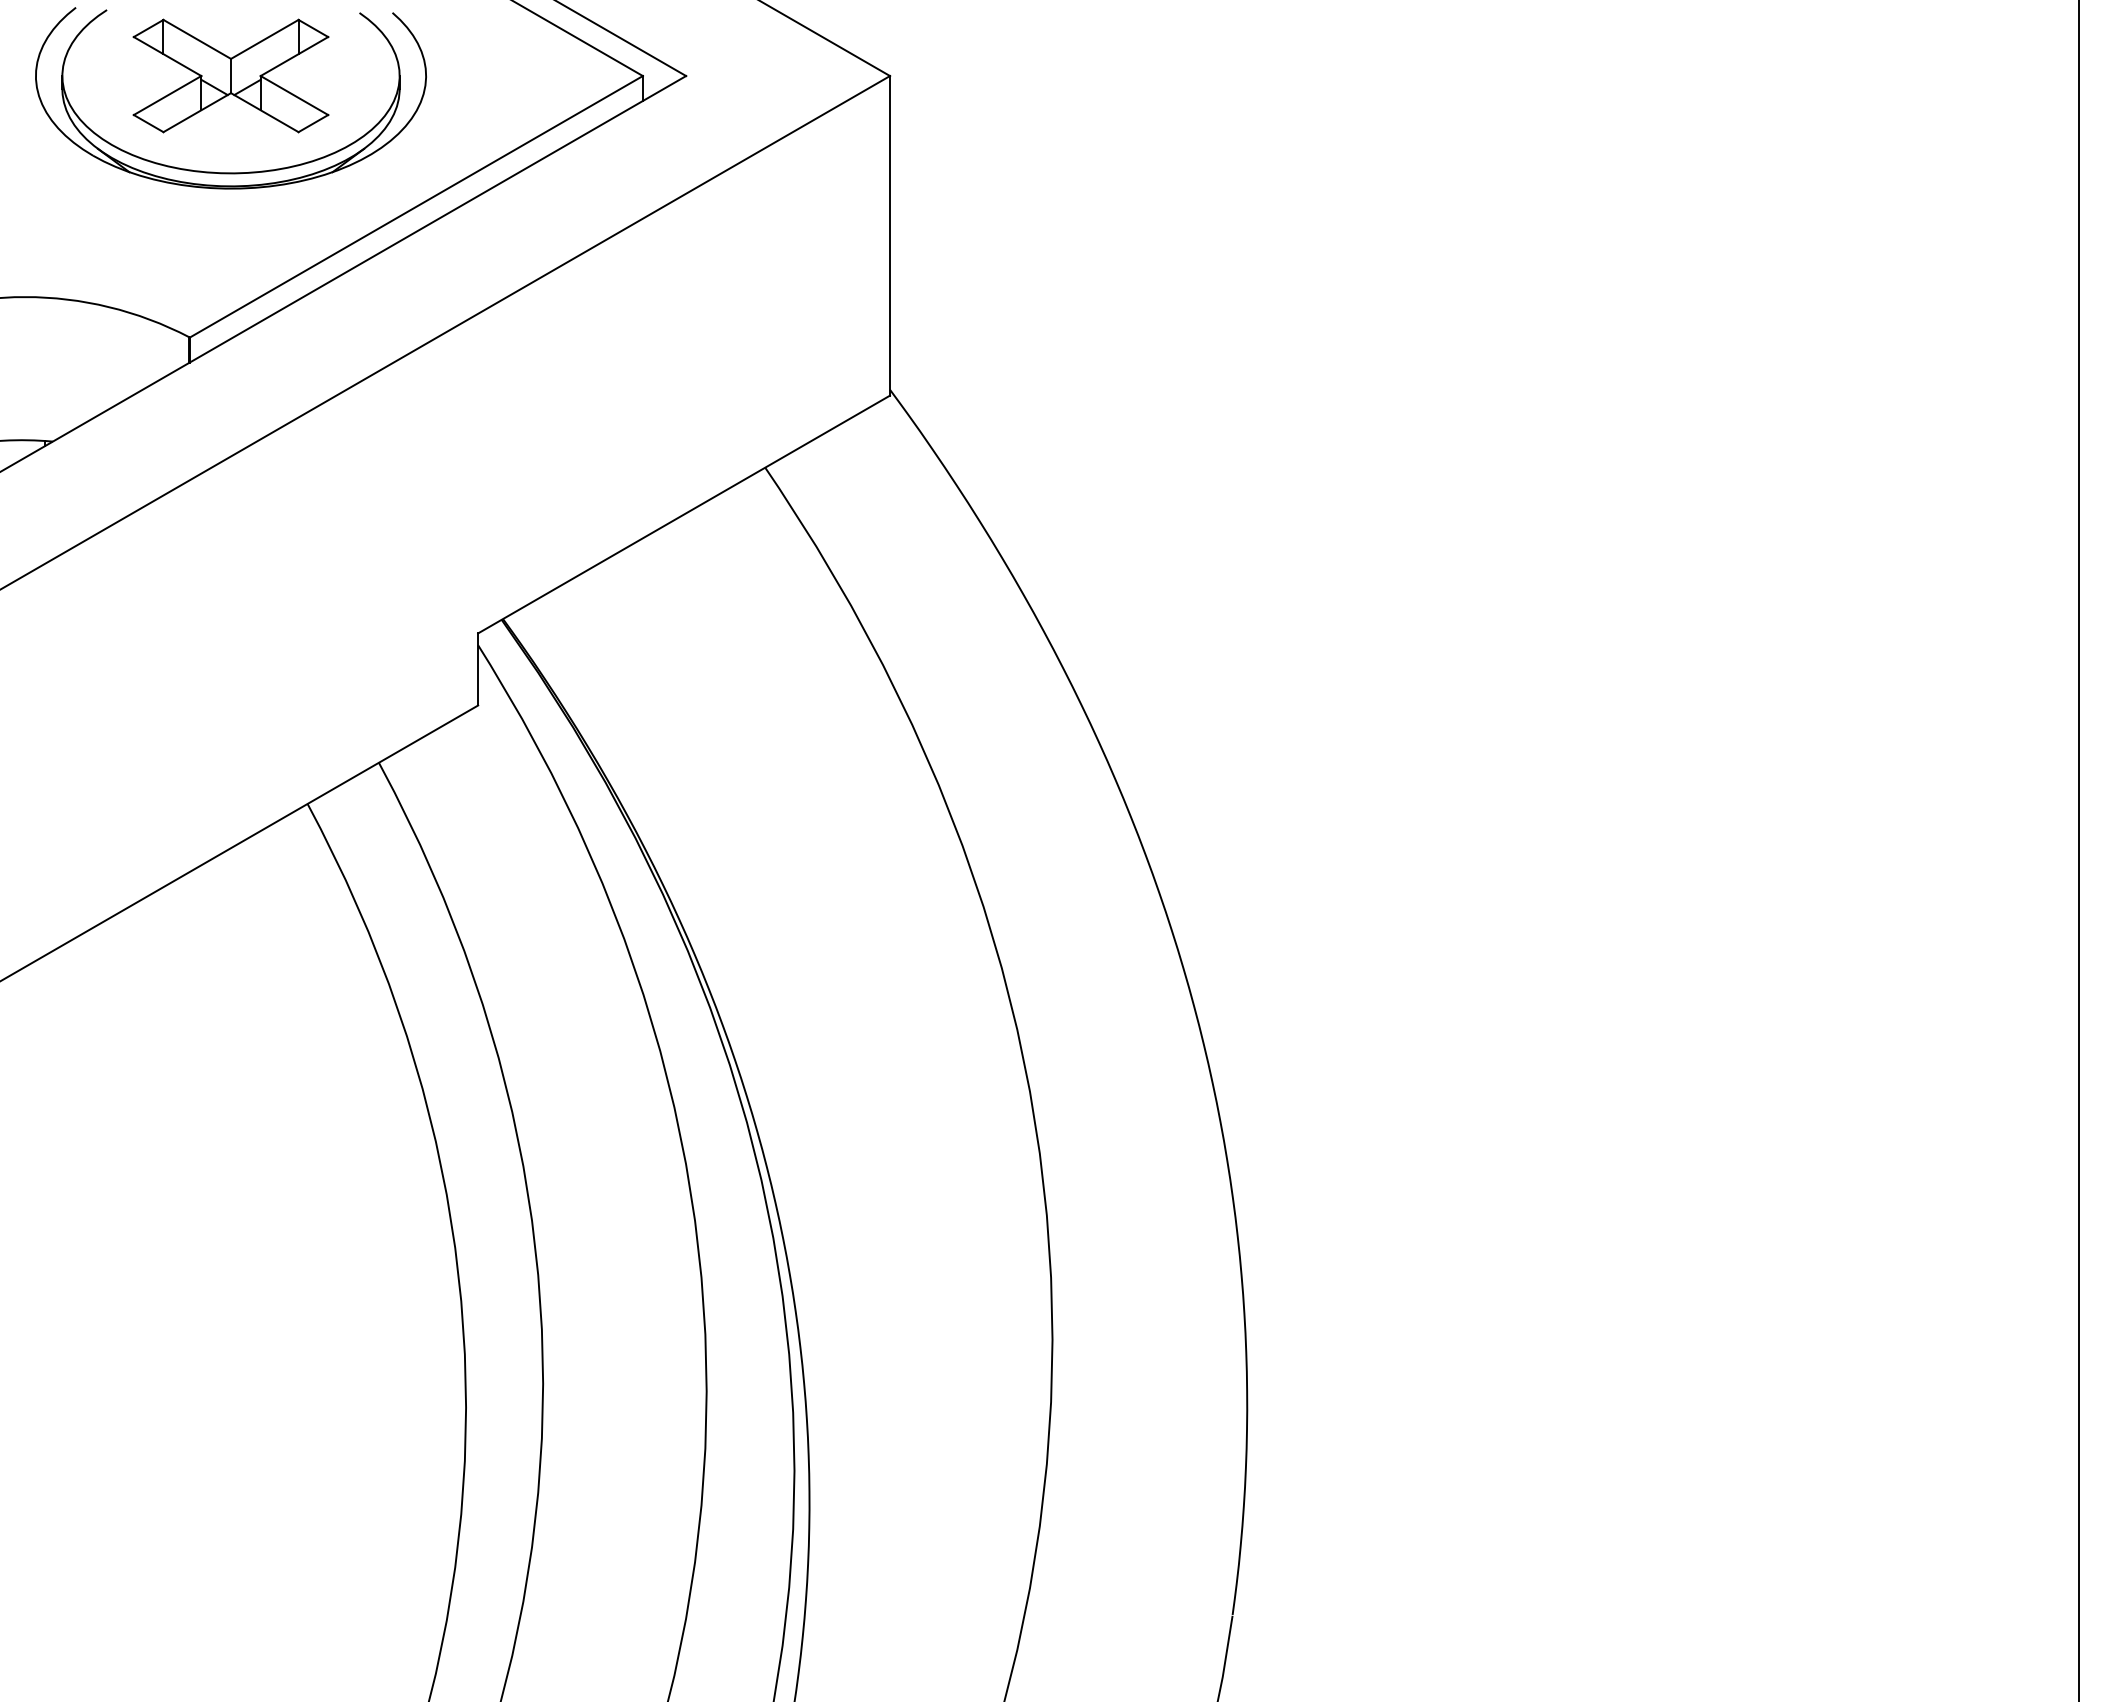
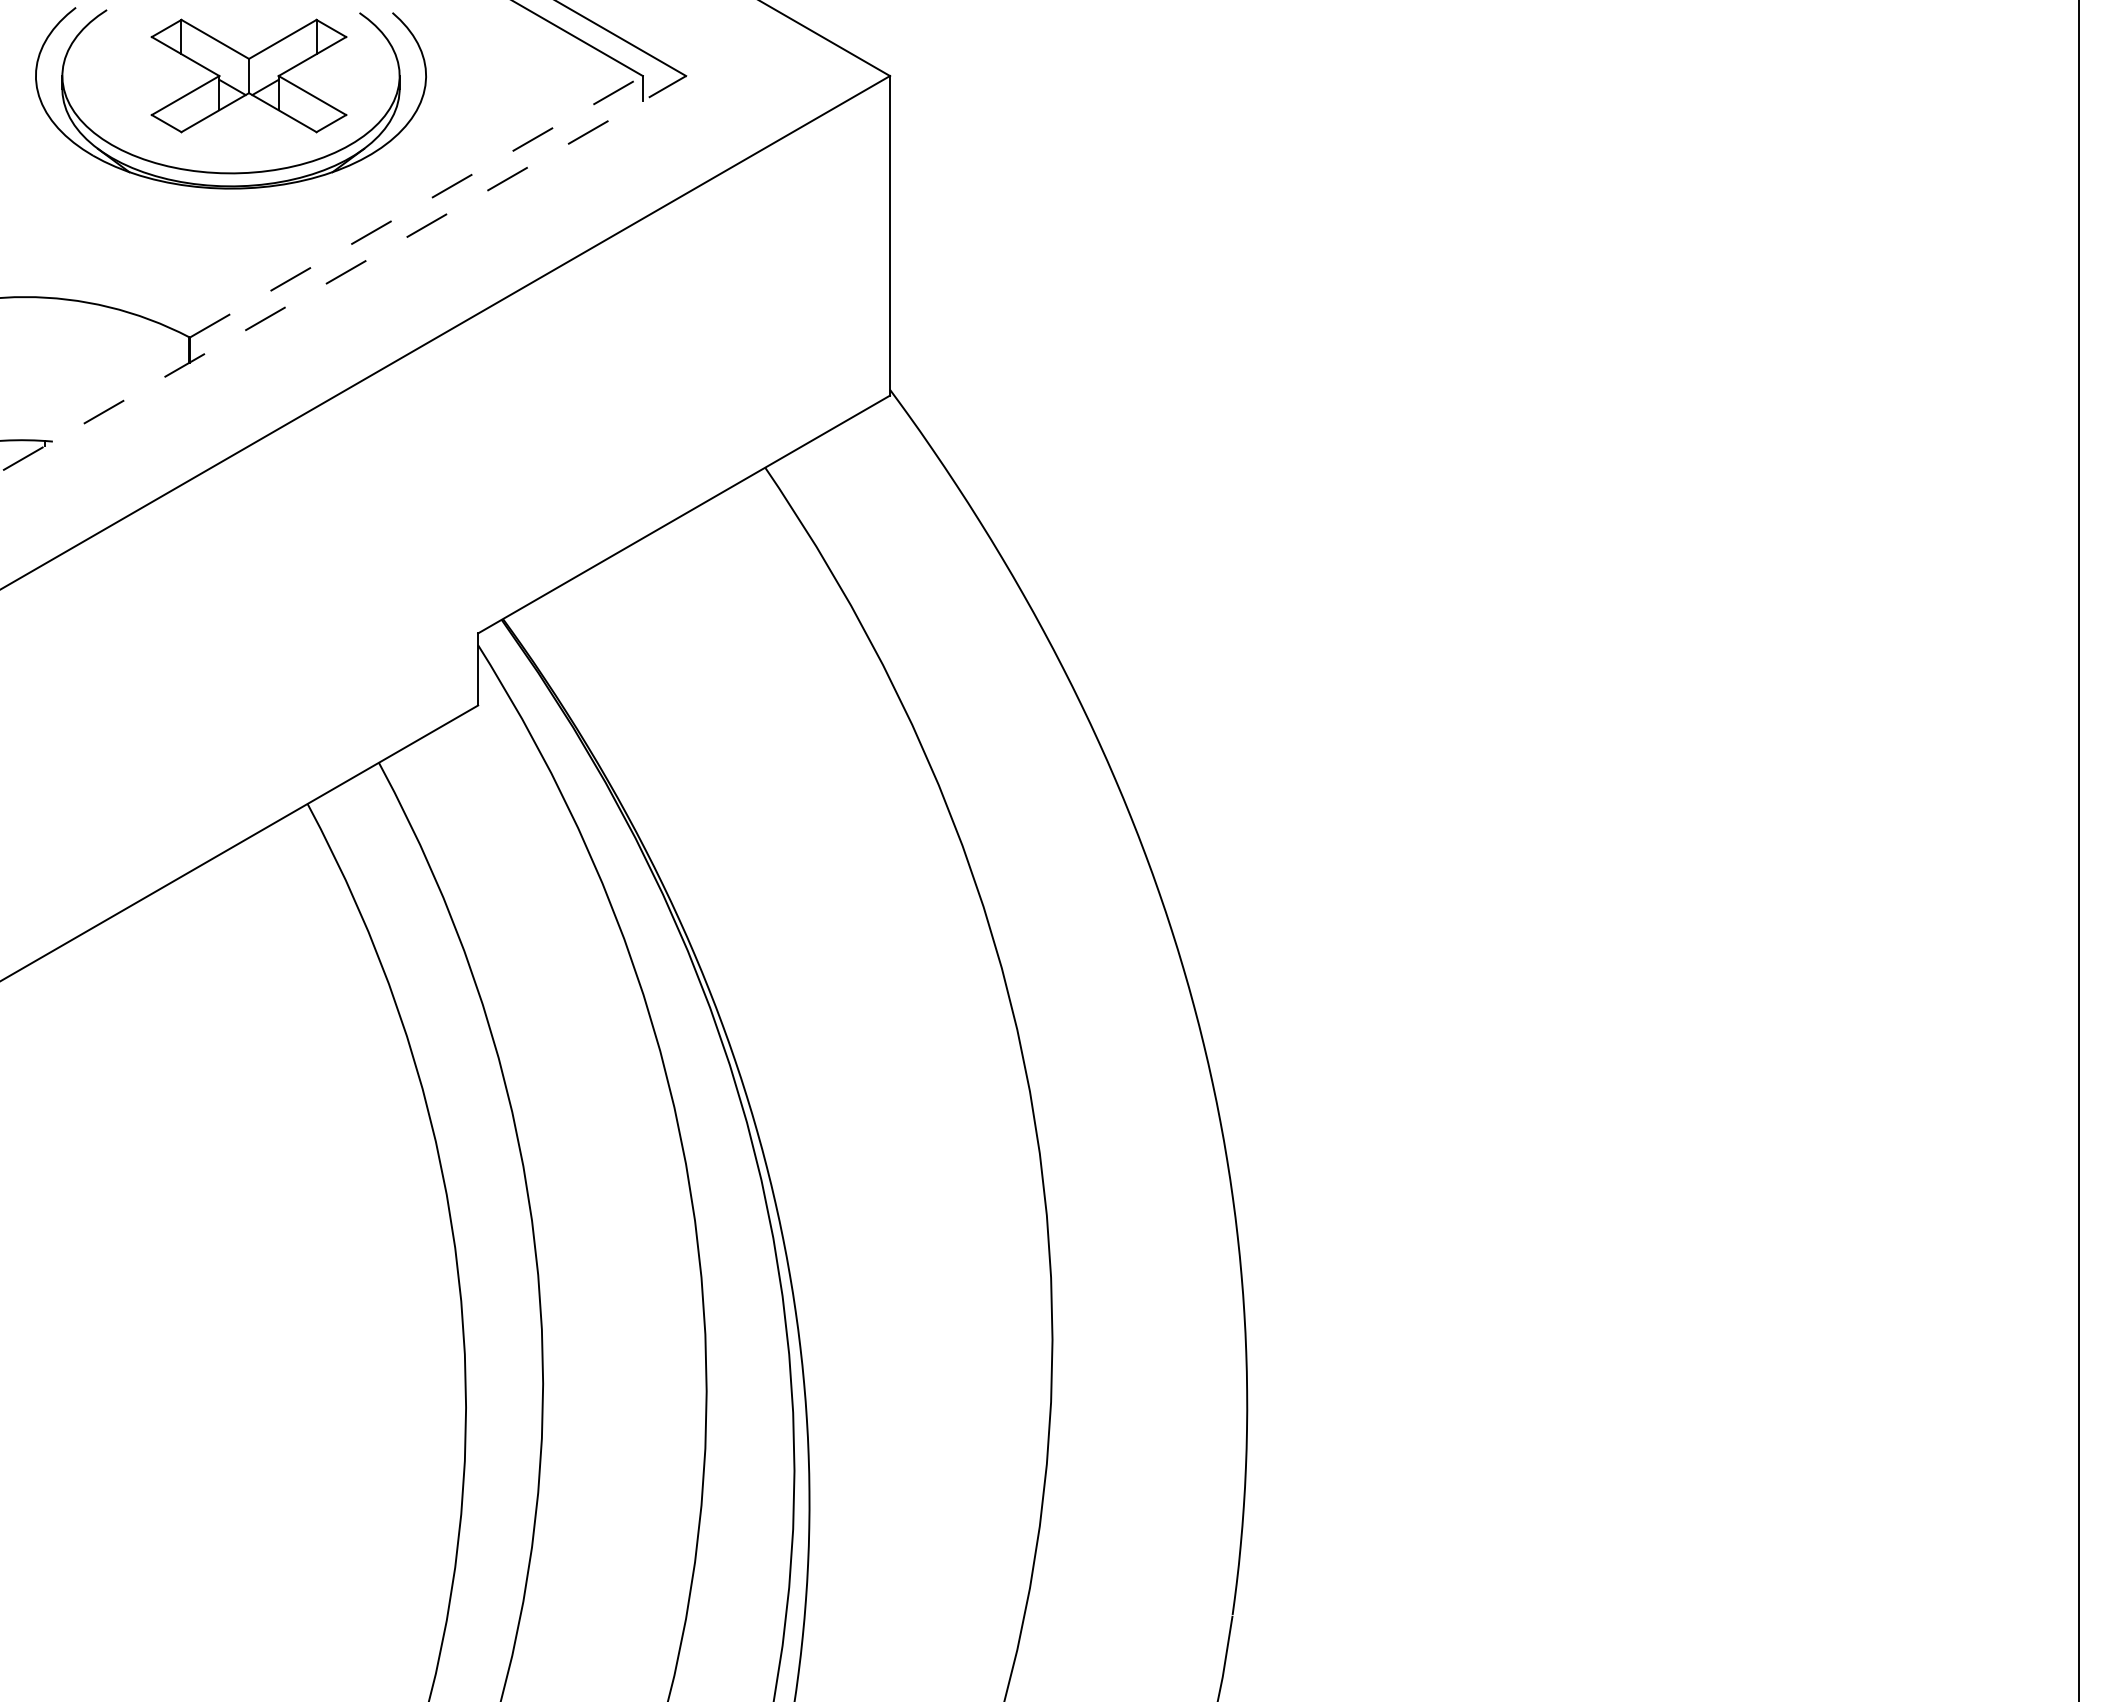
part at (230, 75) position: (230, 75) -> (248, 75)
line at (416, 206): solid -> dashed
line at (343, 273): solid -> dashed
